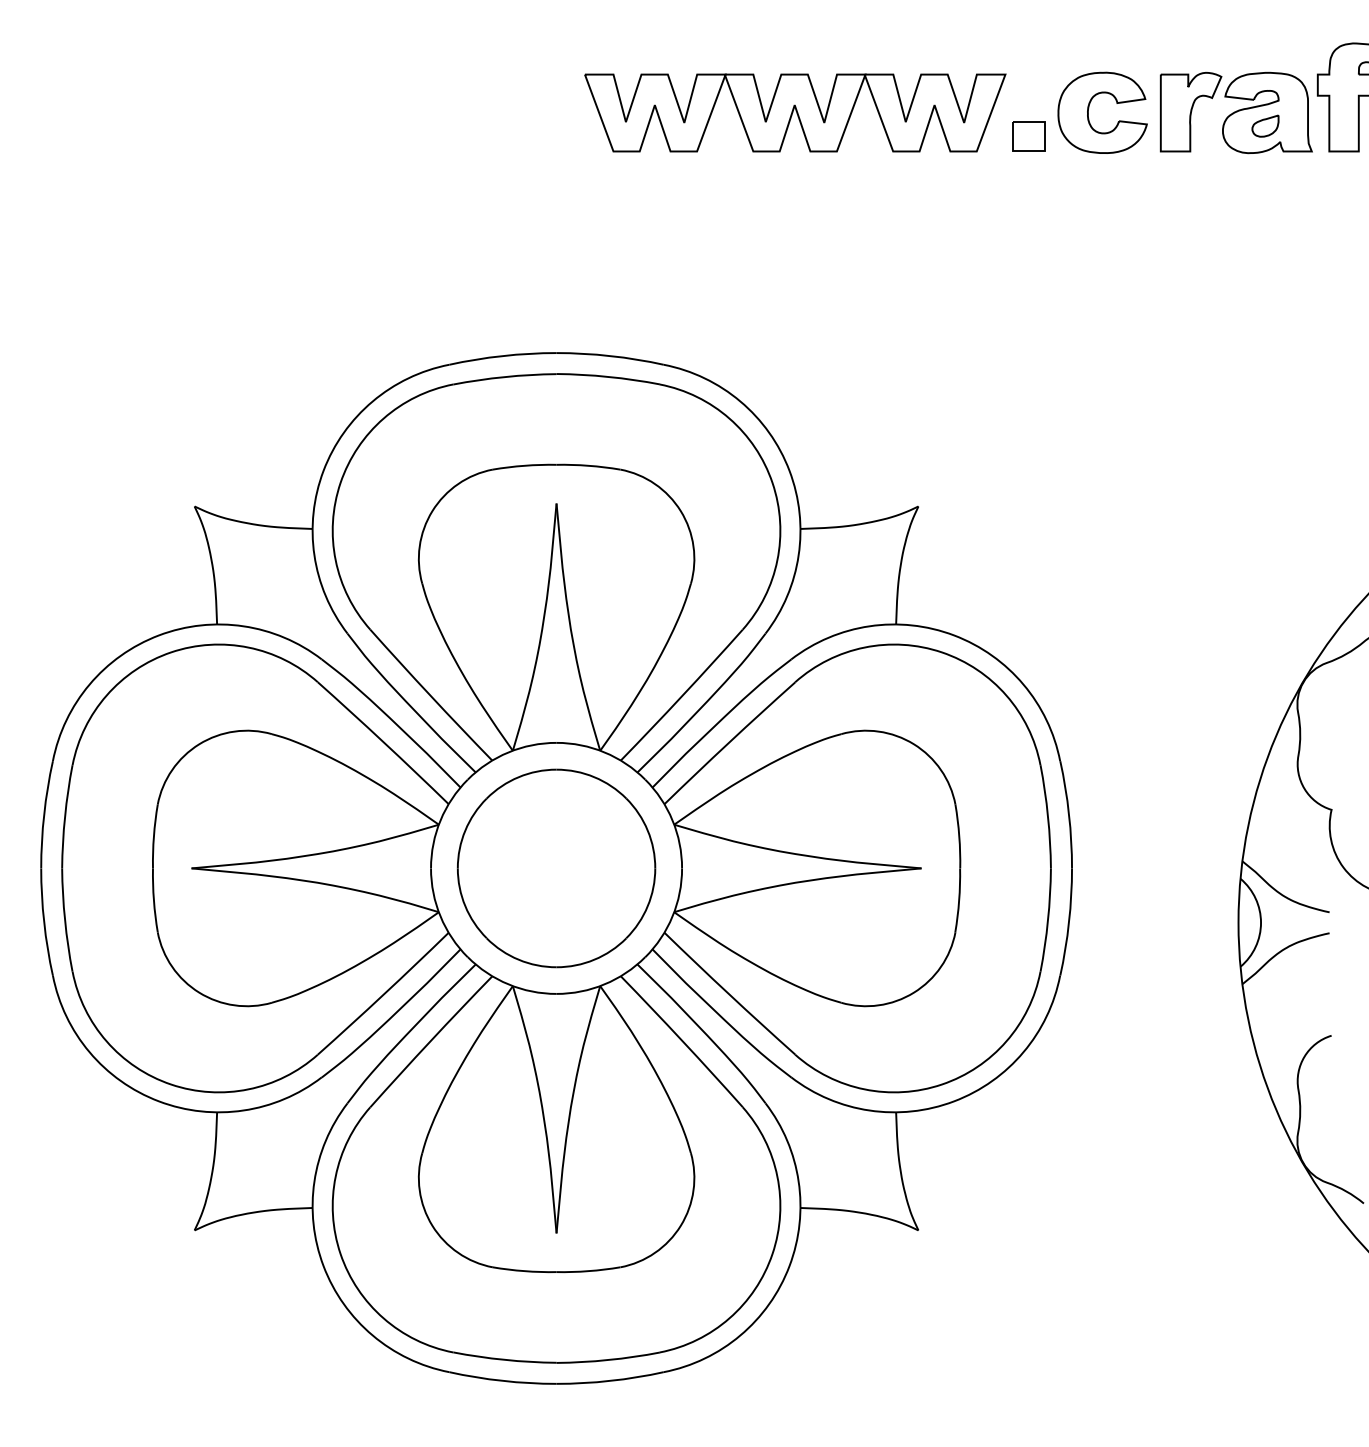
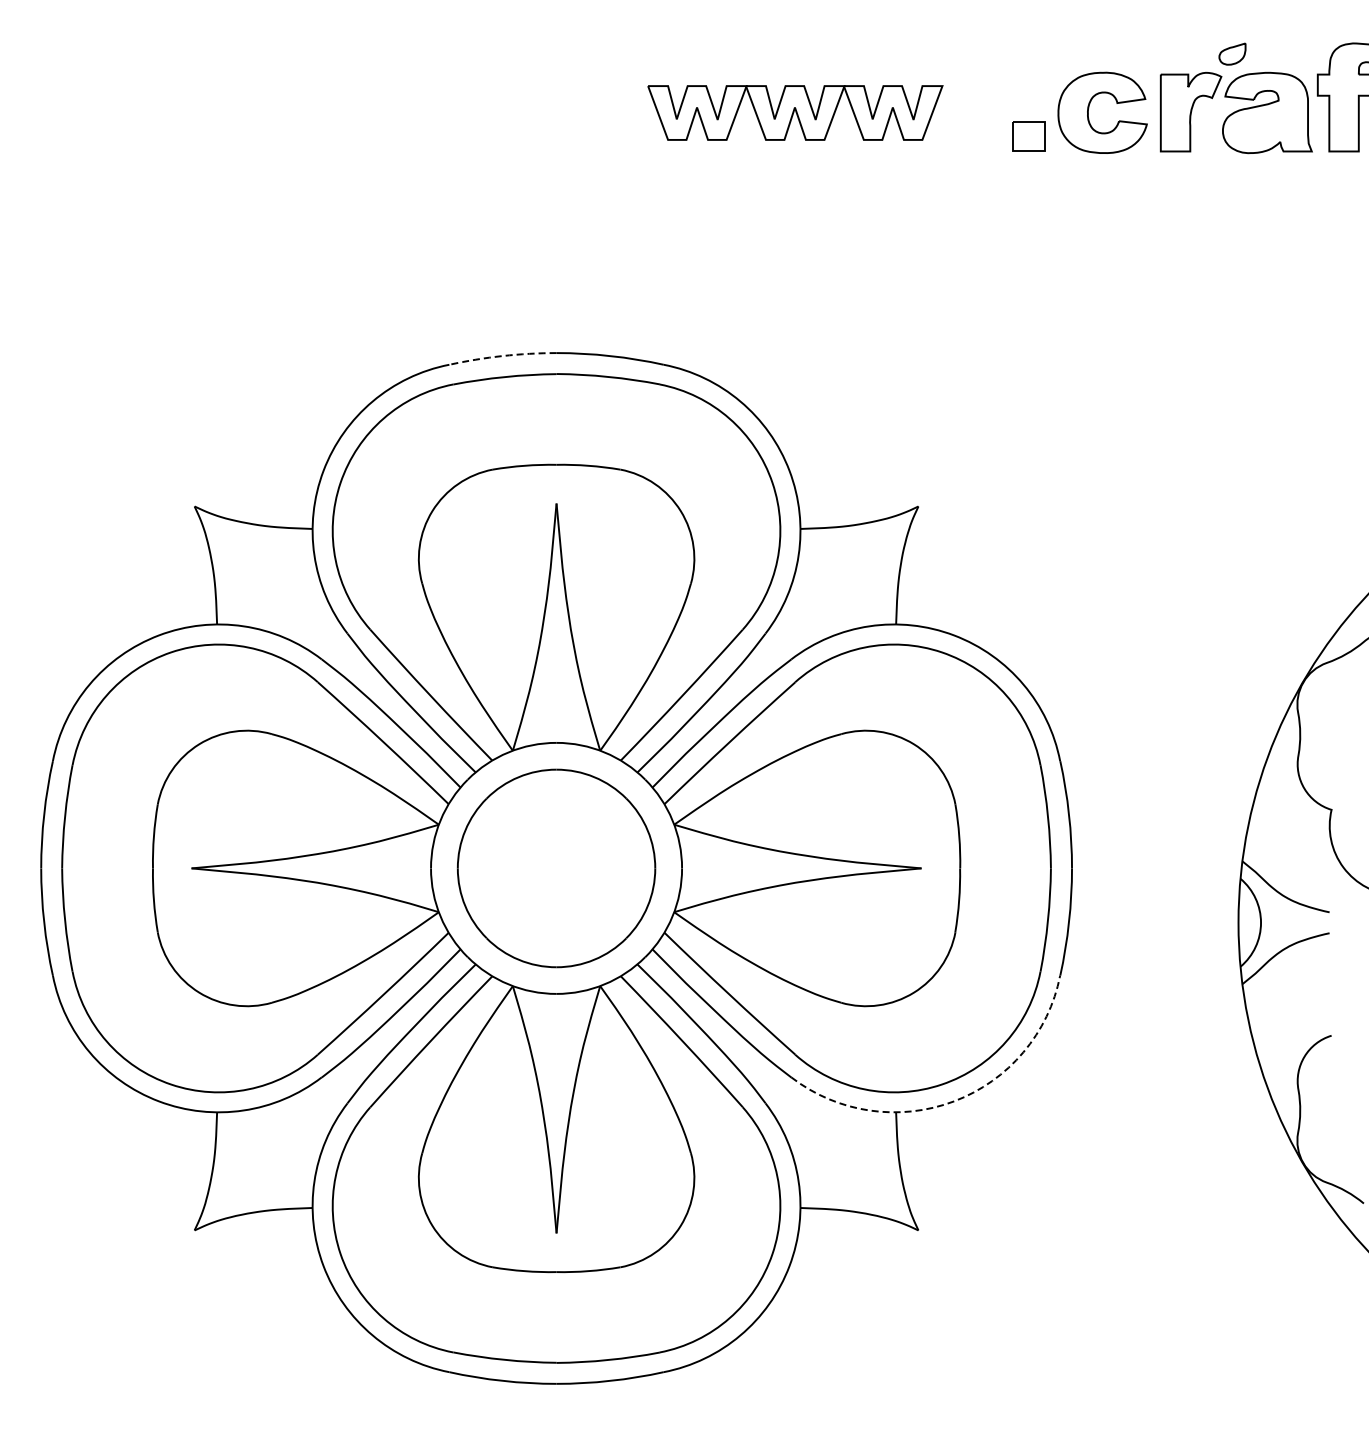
part at (795, 112) size: 423x80 px -> 297x56 px
part at (1265, 125) position: (1265, 125) -> (1232, 53)
arc at (502, 356): solid -> dashed
arc at (954, 1101): solid -> dashed
